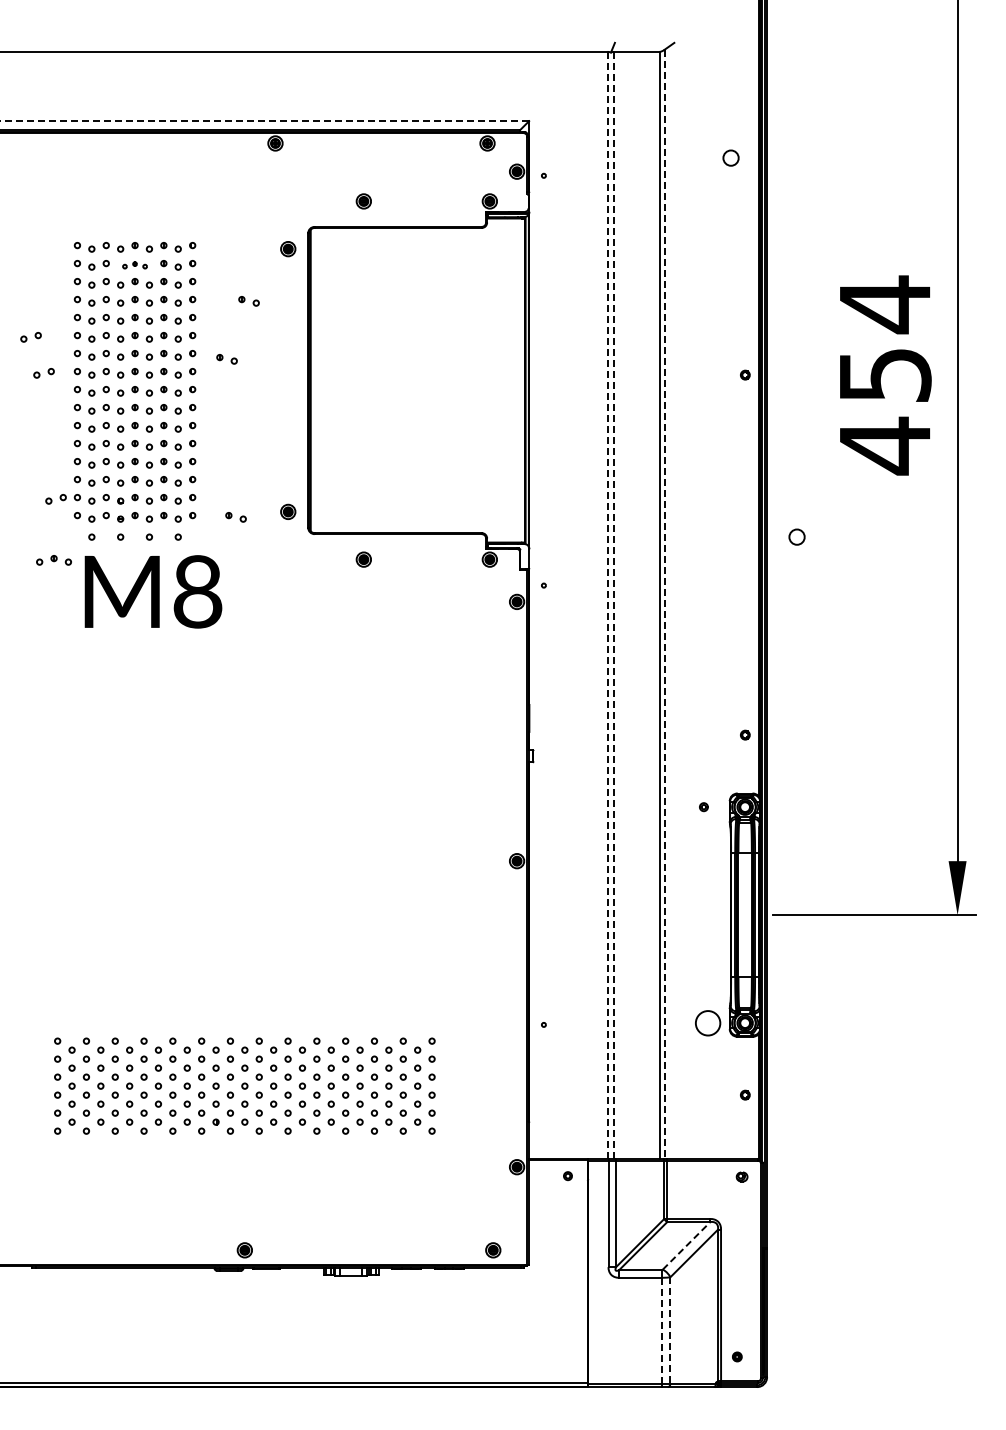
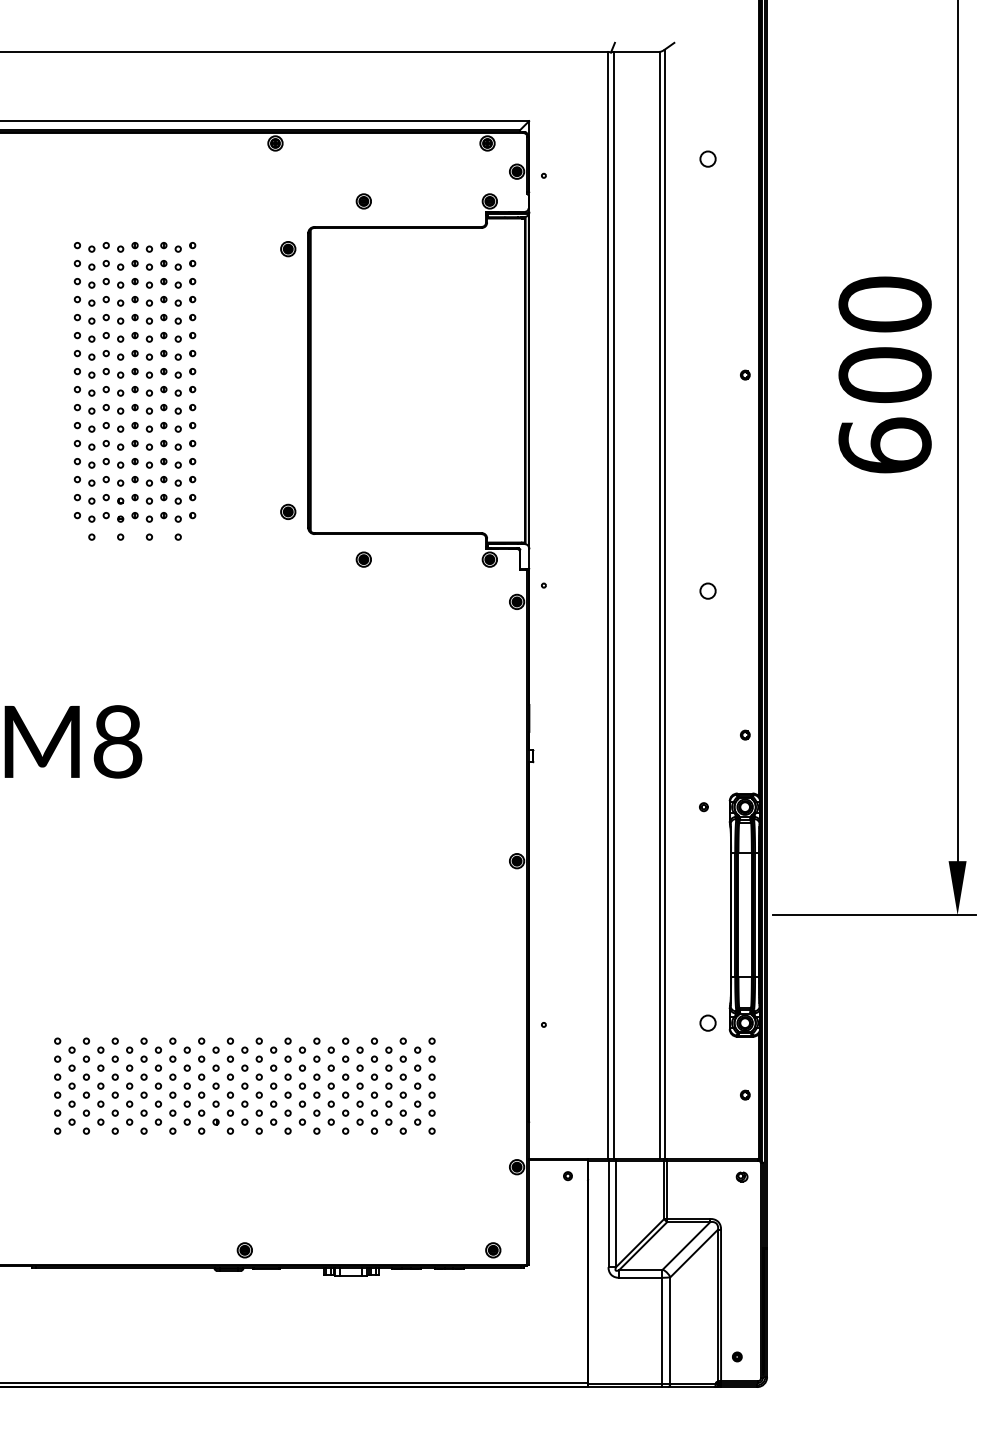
line at (265, 121): dashed -> solid
circle at (730, 157) position: (730, 157) -> (707, 158)
part at (134, 265) size: 26x9 px -> 36x11 px
part at (248, 301): present -> none
part at (30, 337): present -> none
part at (226, 359): present -> none
part at (43, 373): present -> none
text at (884, 375): 454 -> 600
part at (55, 499): present -> none
part at (235, 517): present -> none
circle at (796, 536) position: (796, 536) -> (707, 590)
part at (53, 560): present -> none
text at (153, 591) position: (153, 591) -> (73, 741)
line at (664, 604): dashed -> solid
line at (607, 605): dashed -> solid
line at (613, 605): dashed -> solid
circle at (708, 1023) size: 27x27 px -> 18x18 px
line at (686, 1245): dashed -> solid
line at (661, 1330): dashed -> solid
line at (670, 1330): dashed -> solid
